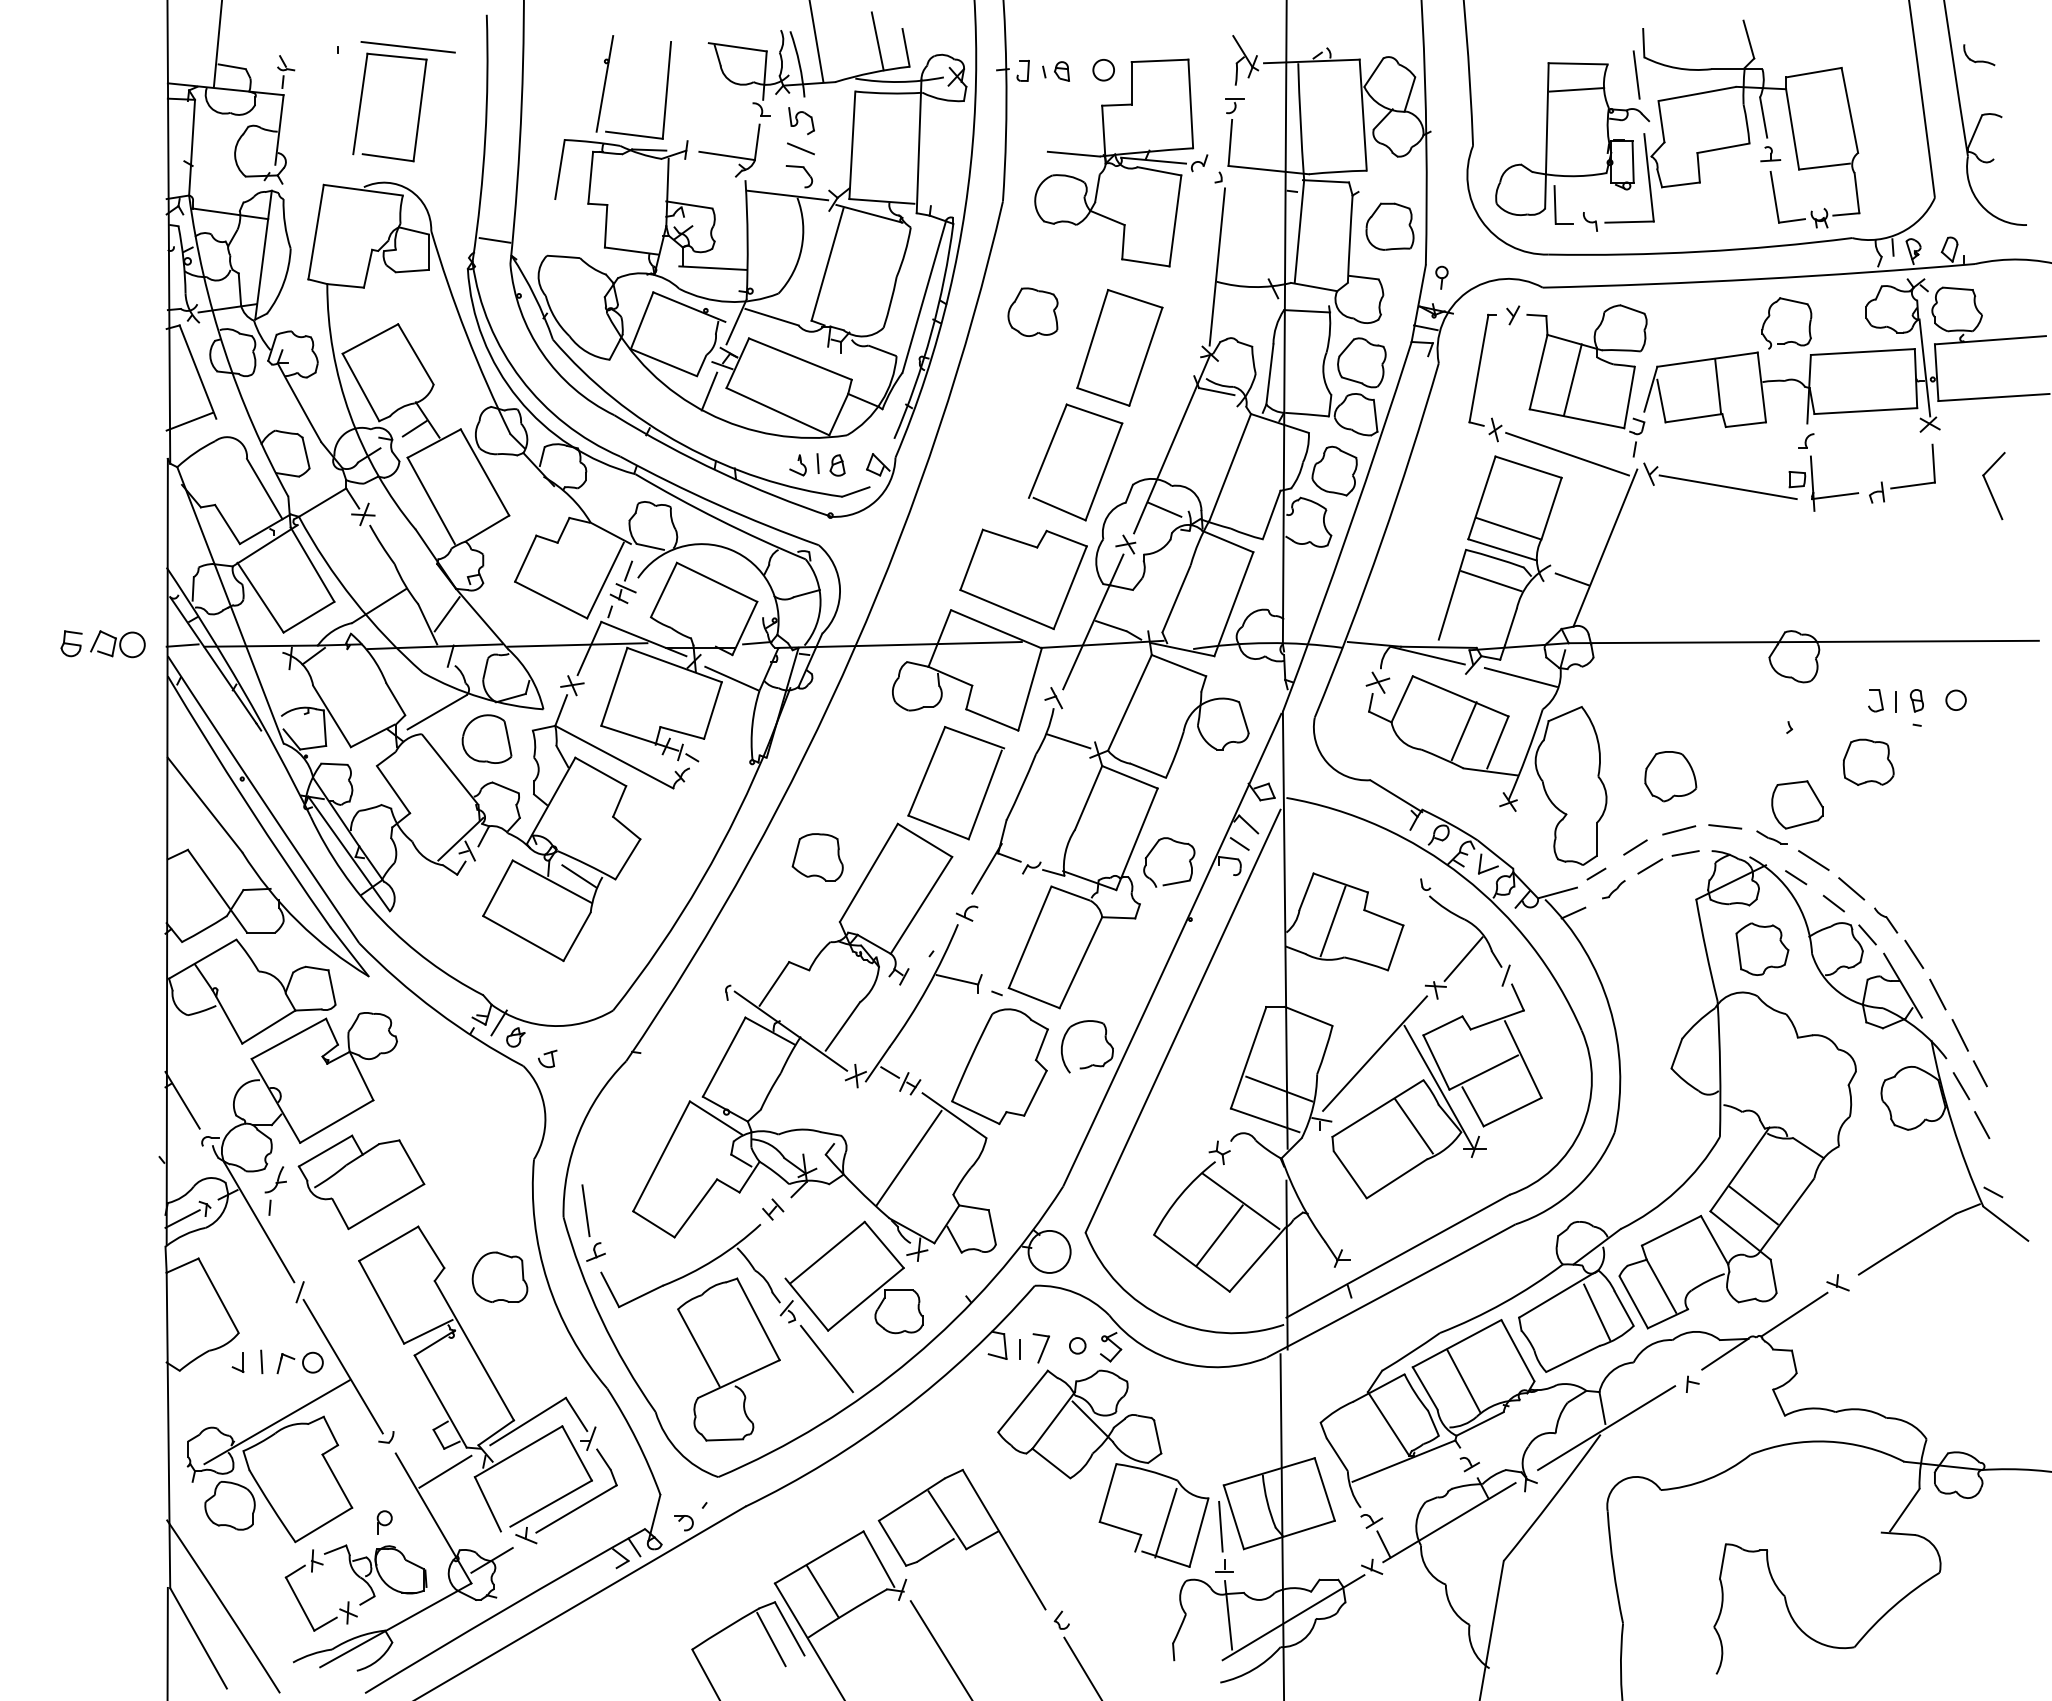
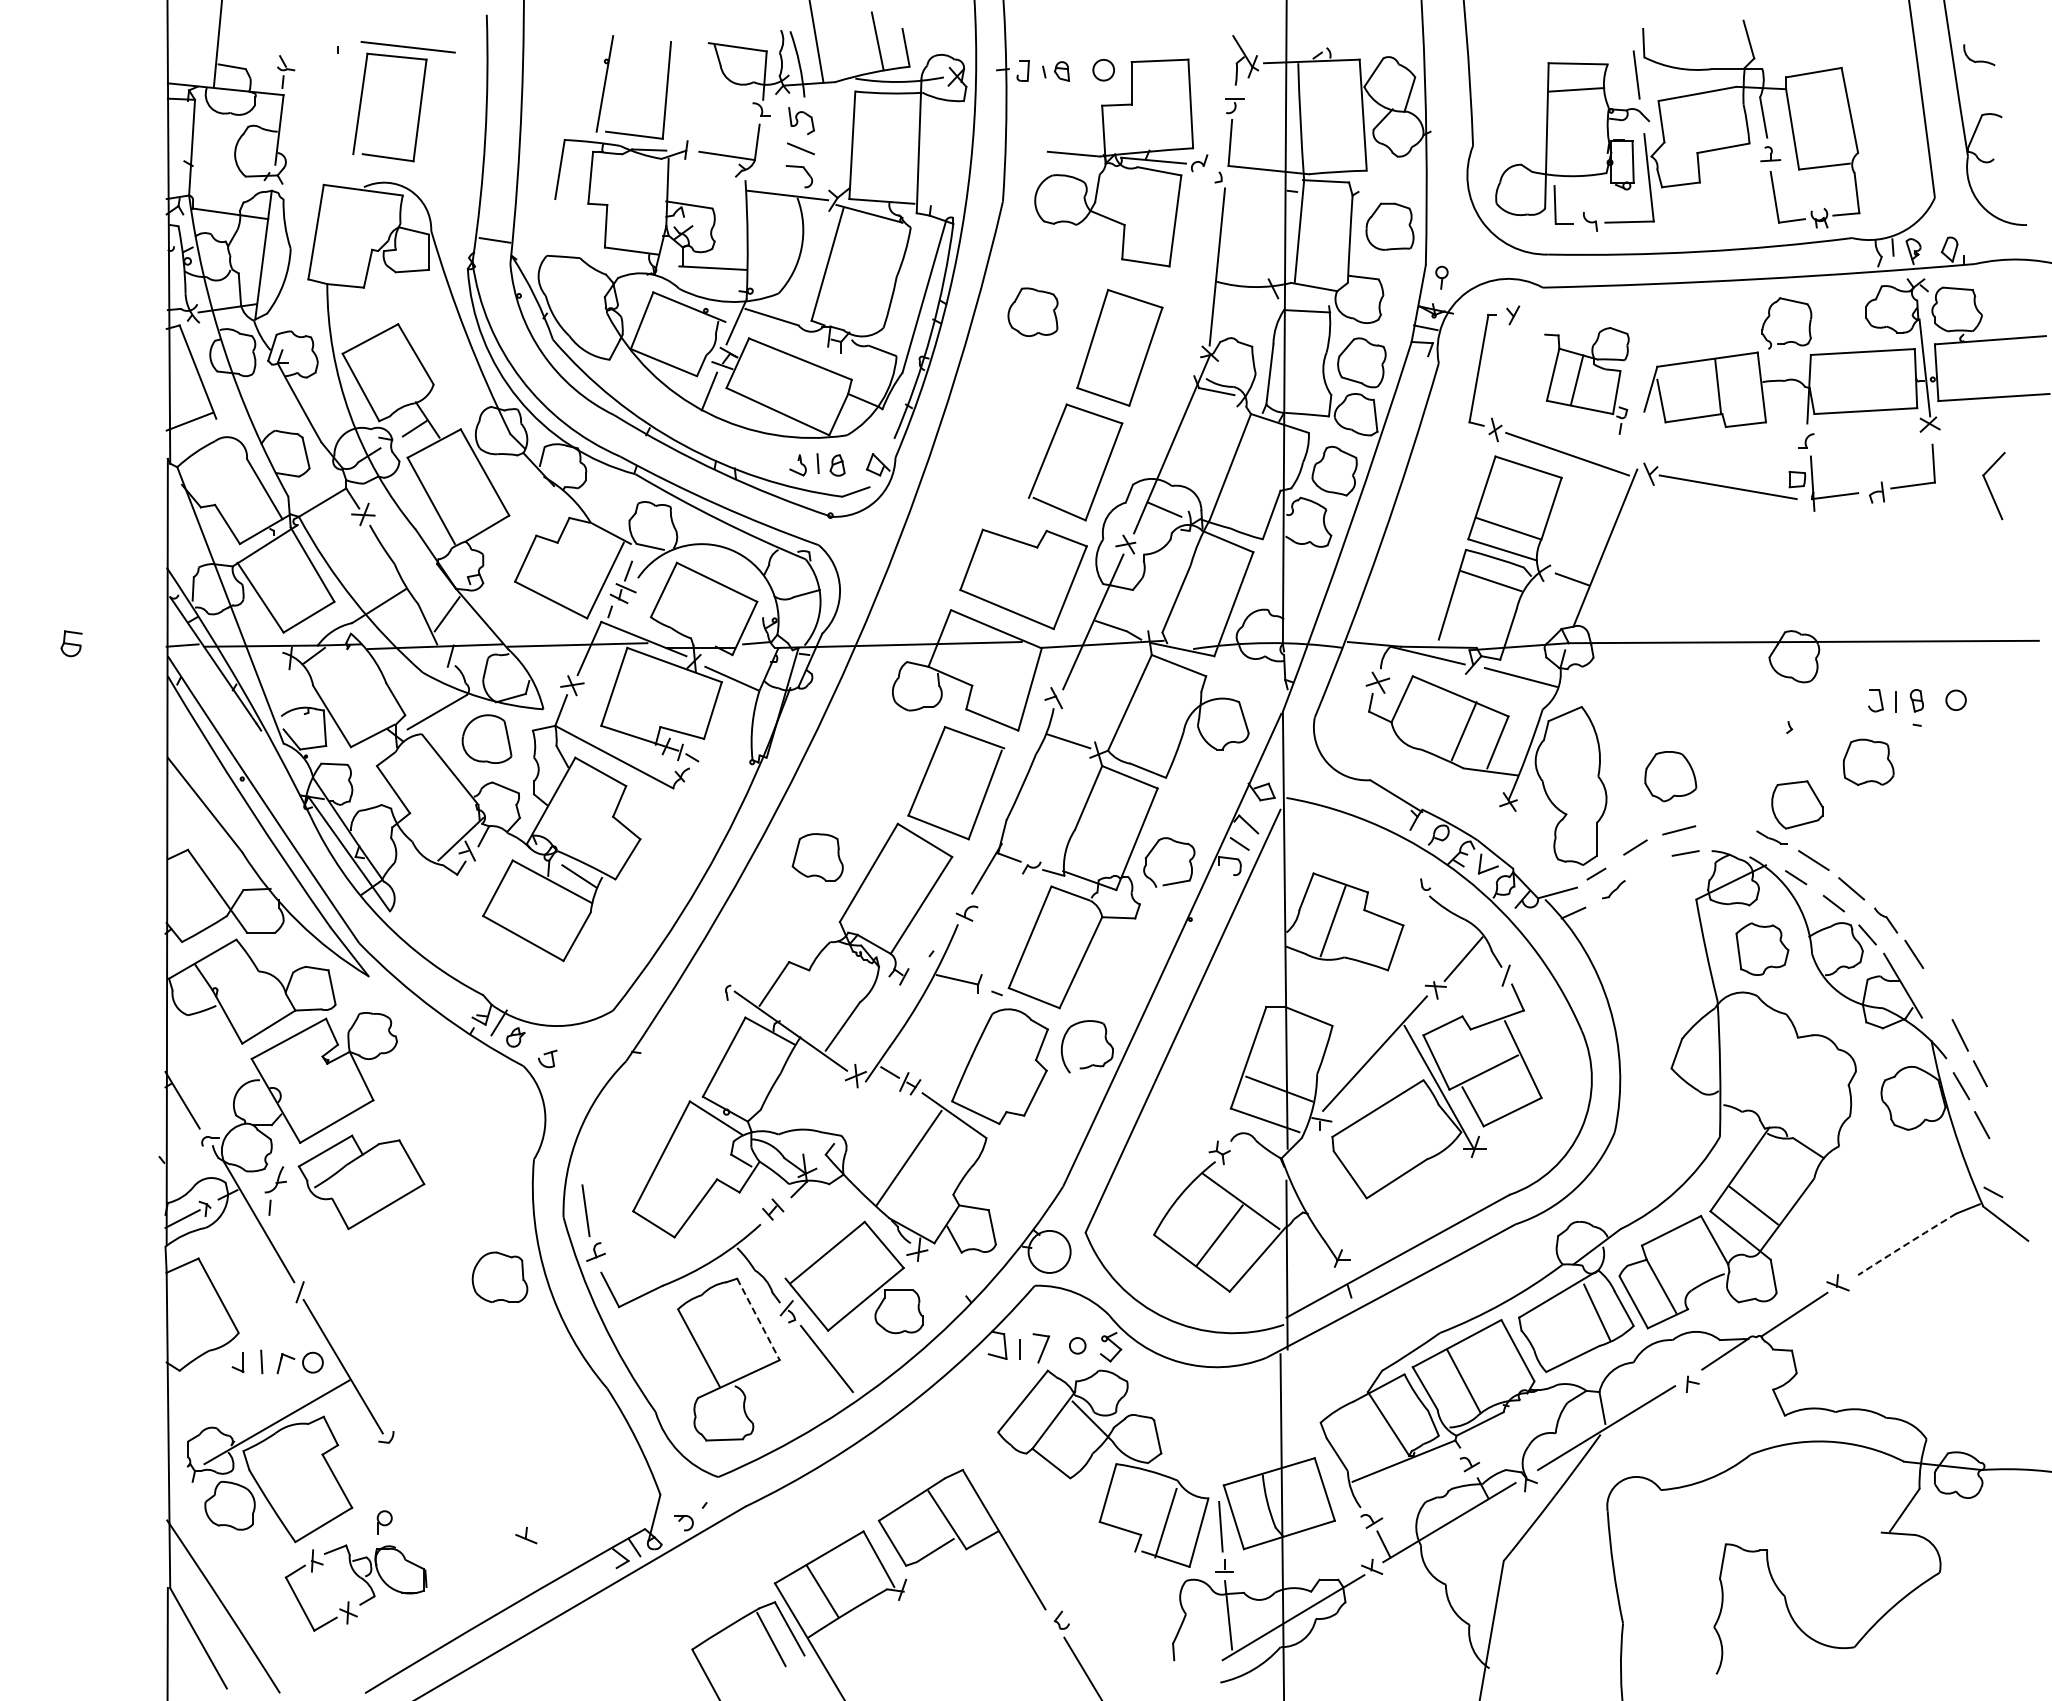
part at (1586, 380) size: 122x154 px -> 86x108 px
part at (117, 644): present -> none
line at (1725, 826): present -> none
line at (1650, 866): present -> none
line at (1937, 994): present -> none
line at (1413, 1126): present -> none
arc at (1906, 1244): solid -> dashed
line at (758, 1319): solid -> dashed
part at (454, 1448): present -> none
line at (940, 1649): present -> none
